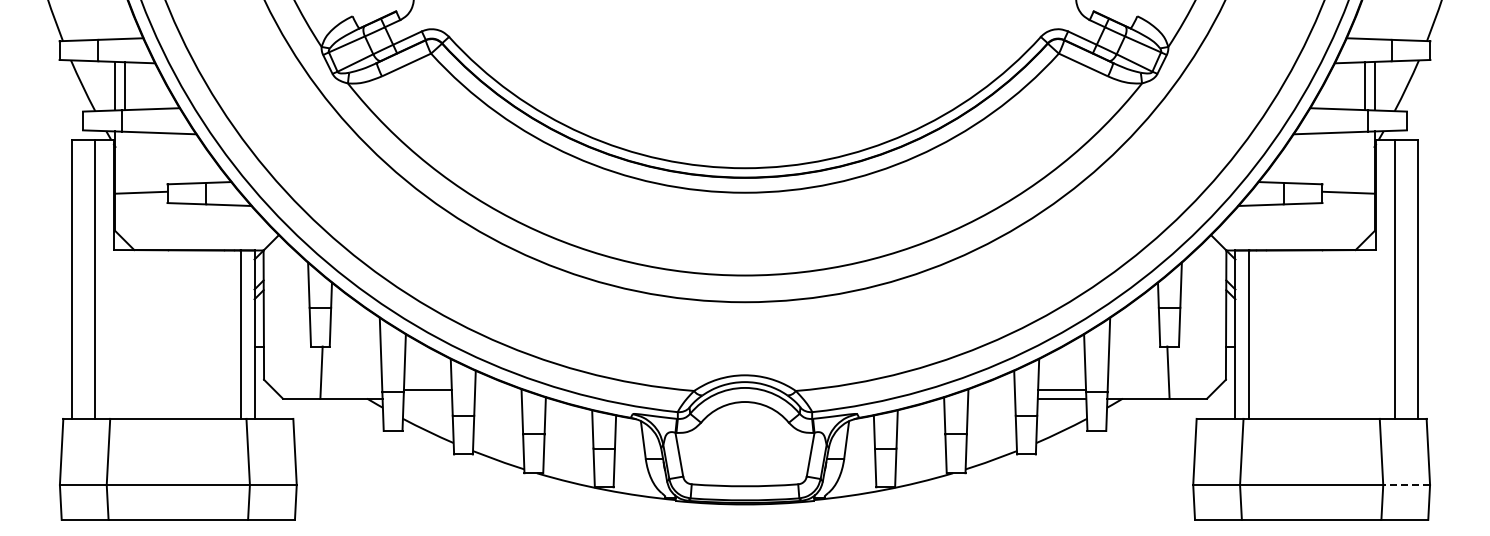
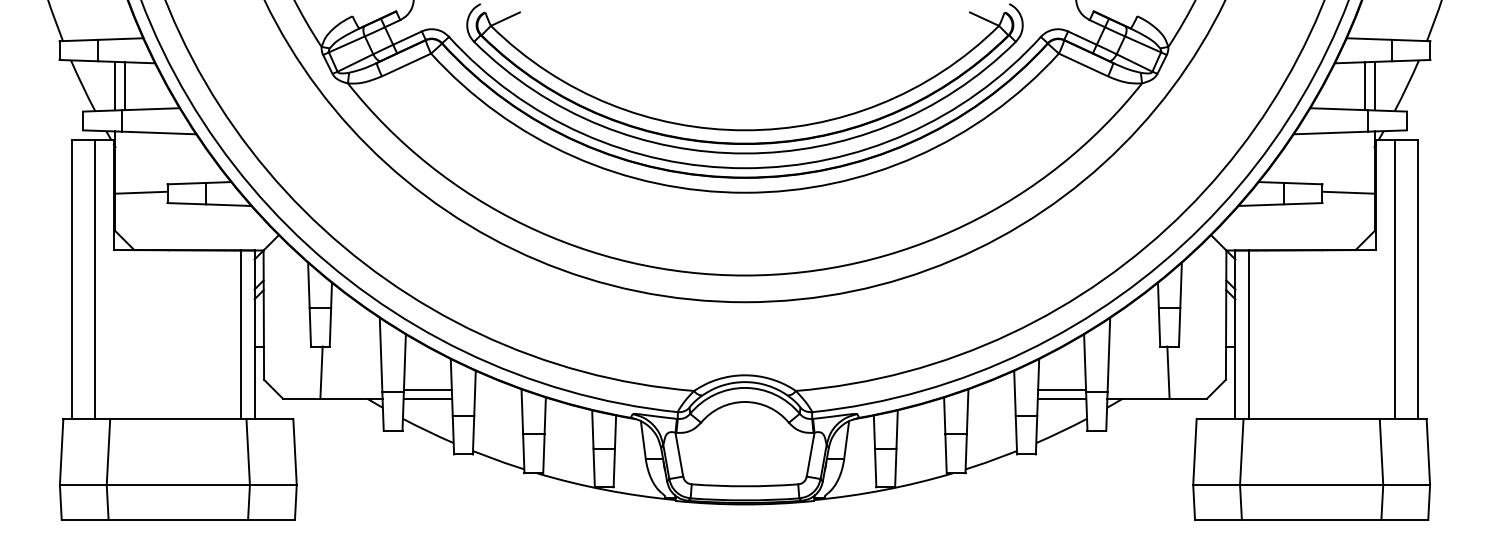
part at (744, 129): none -> present
line at (427, 398): none -> present
line at (1406, 485): dashed -> solid
